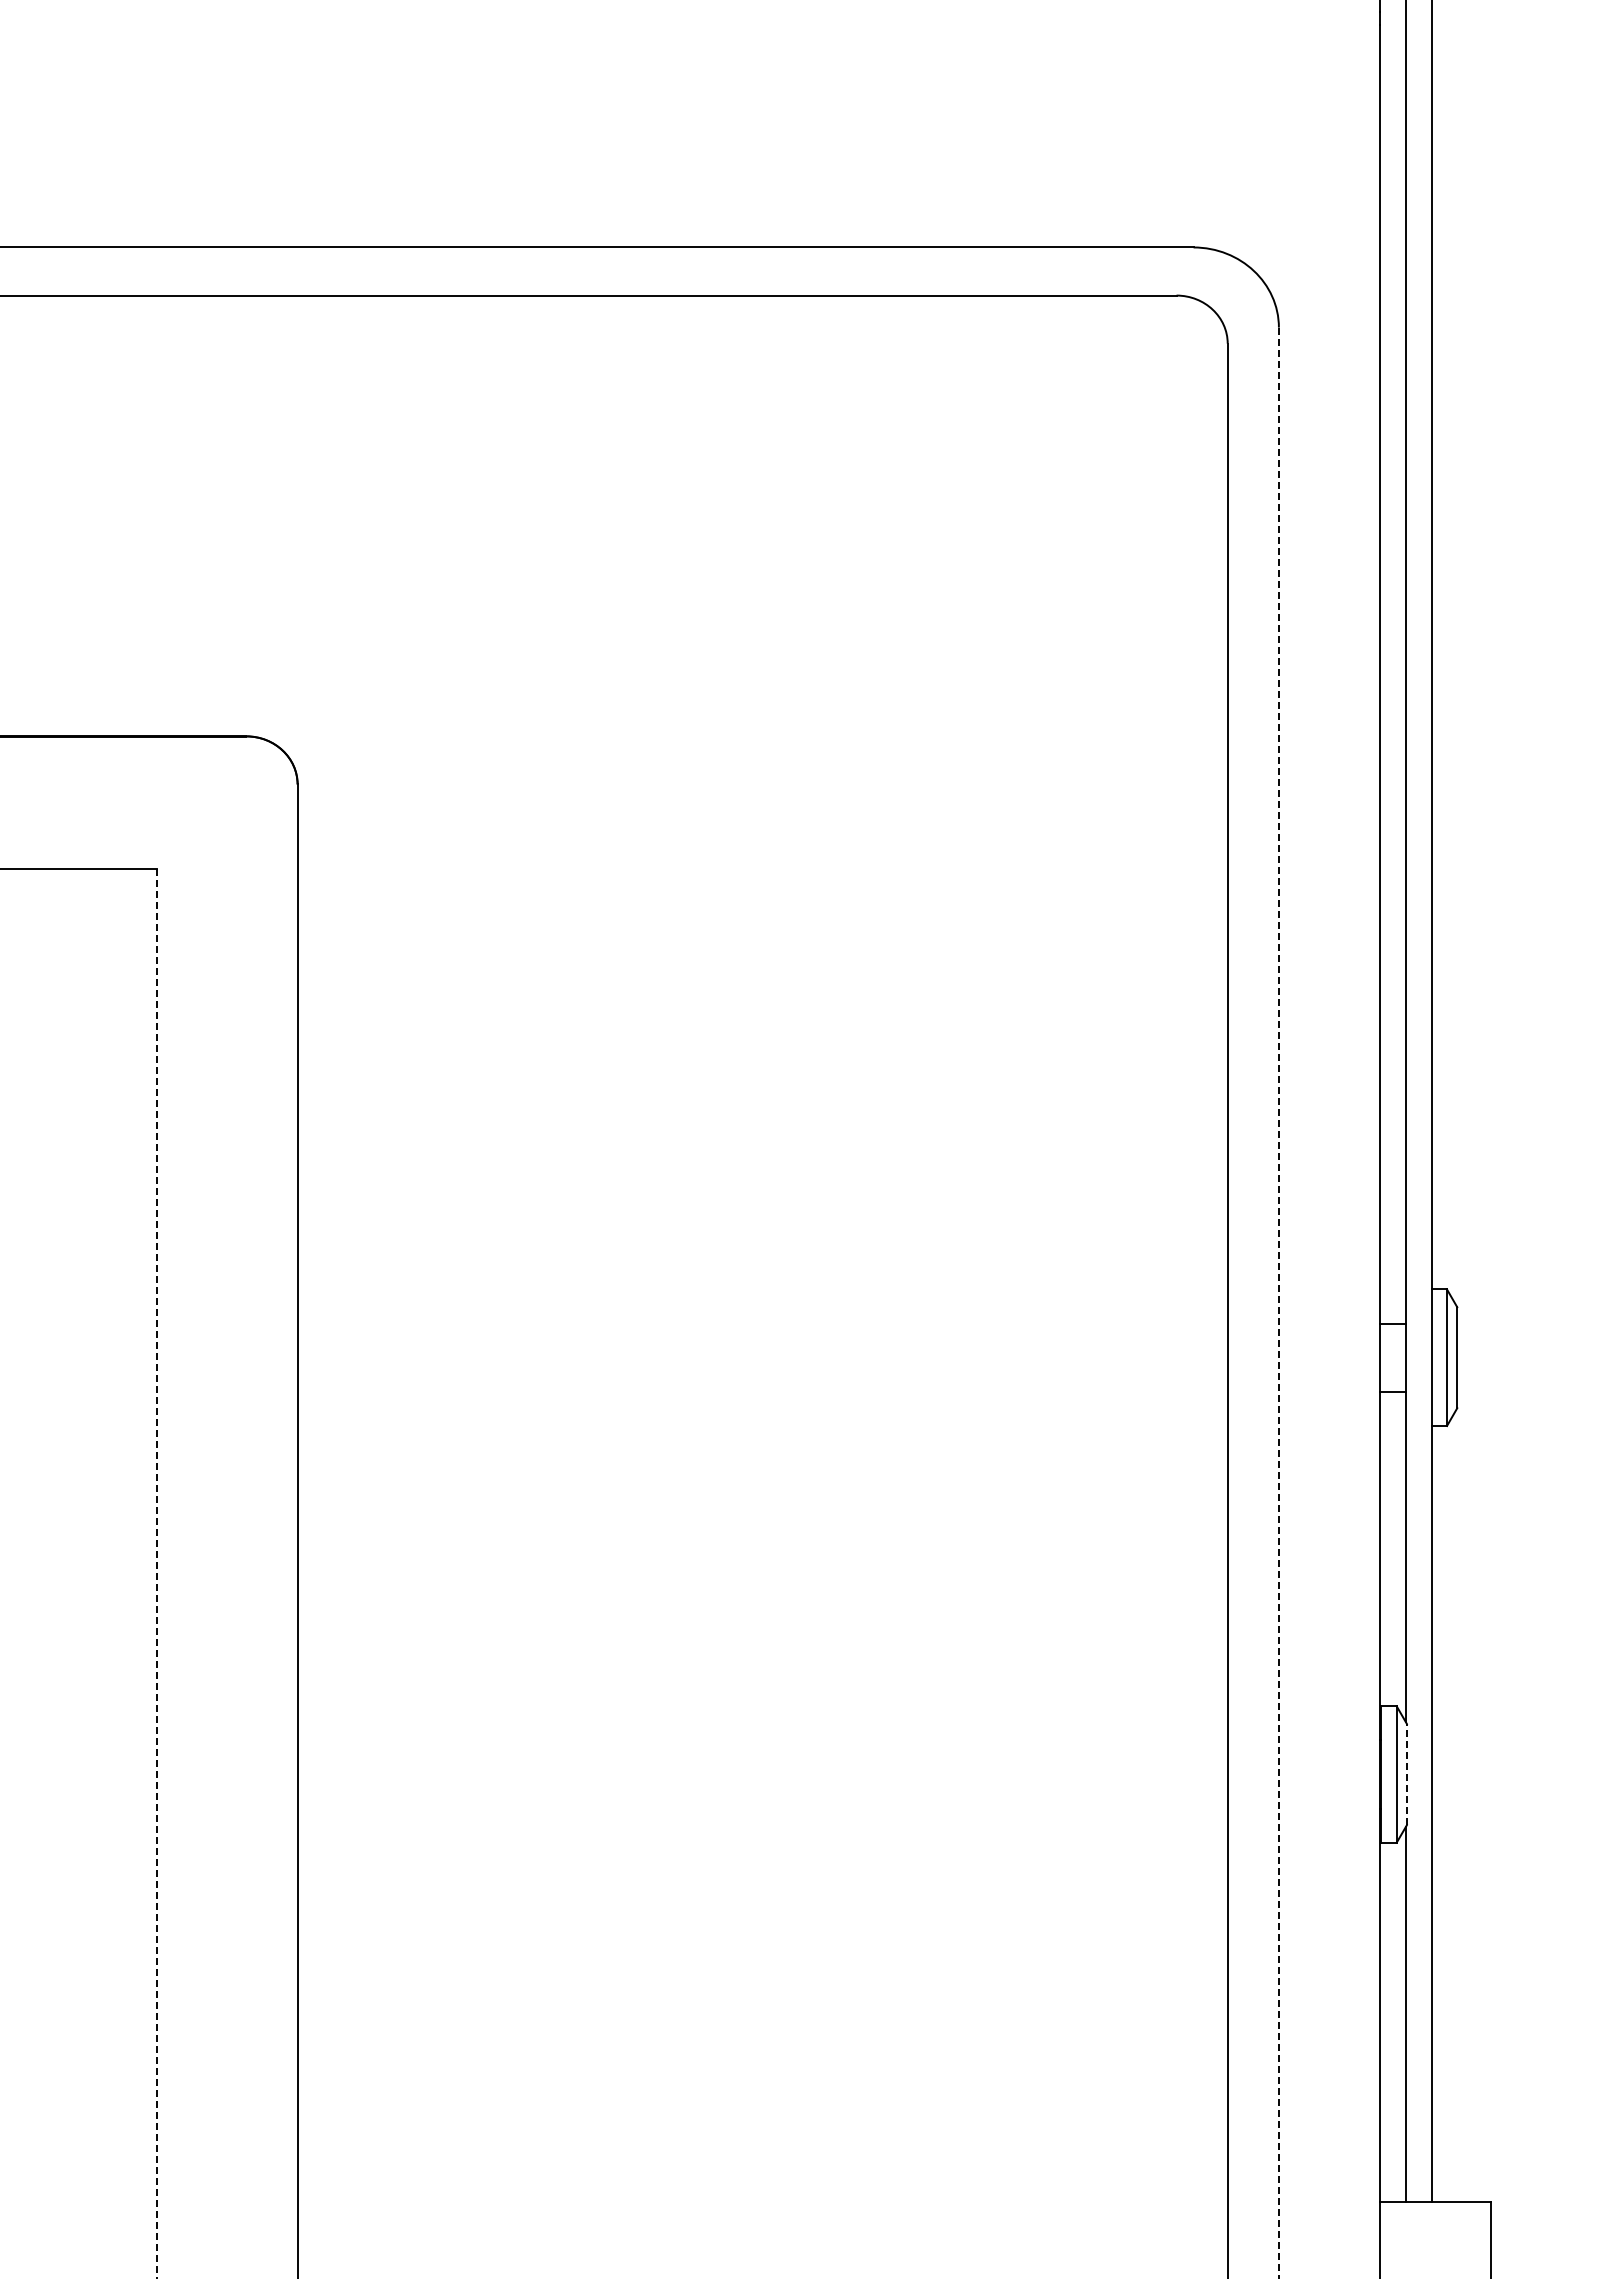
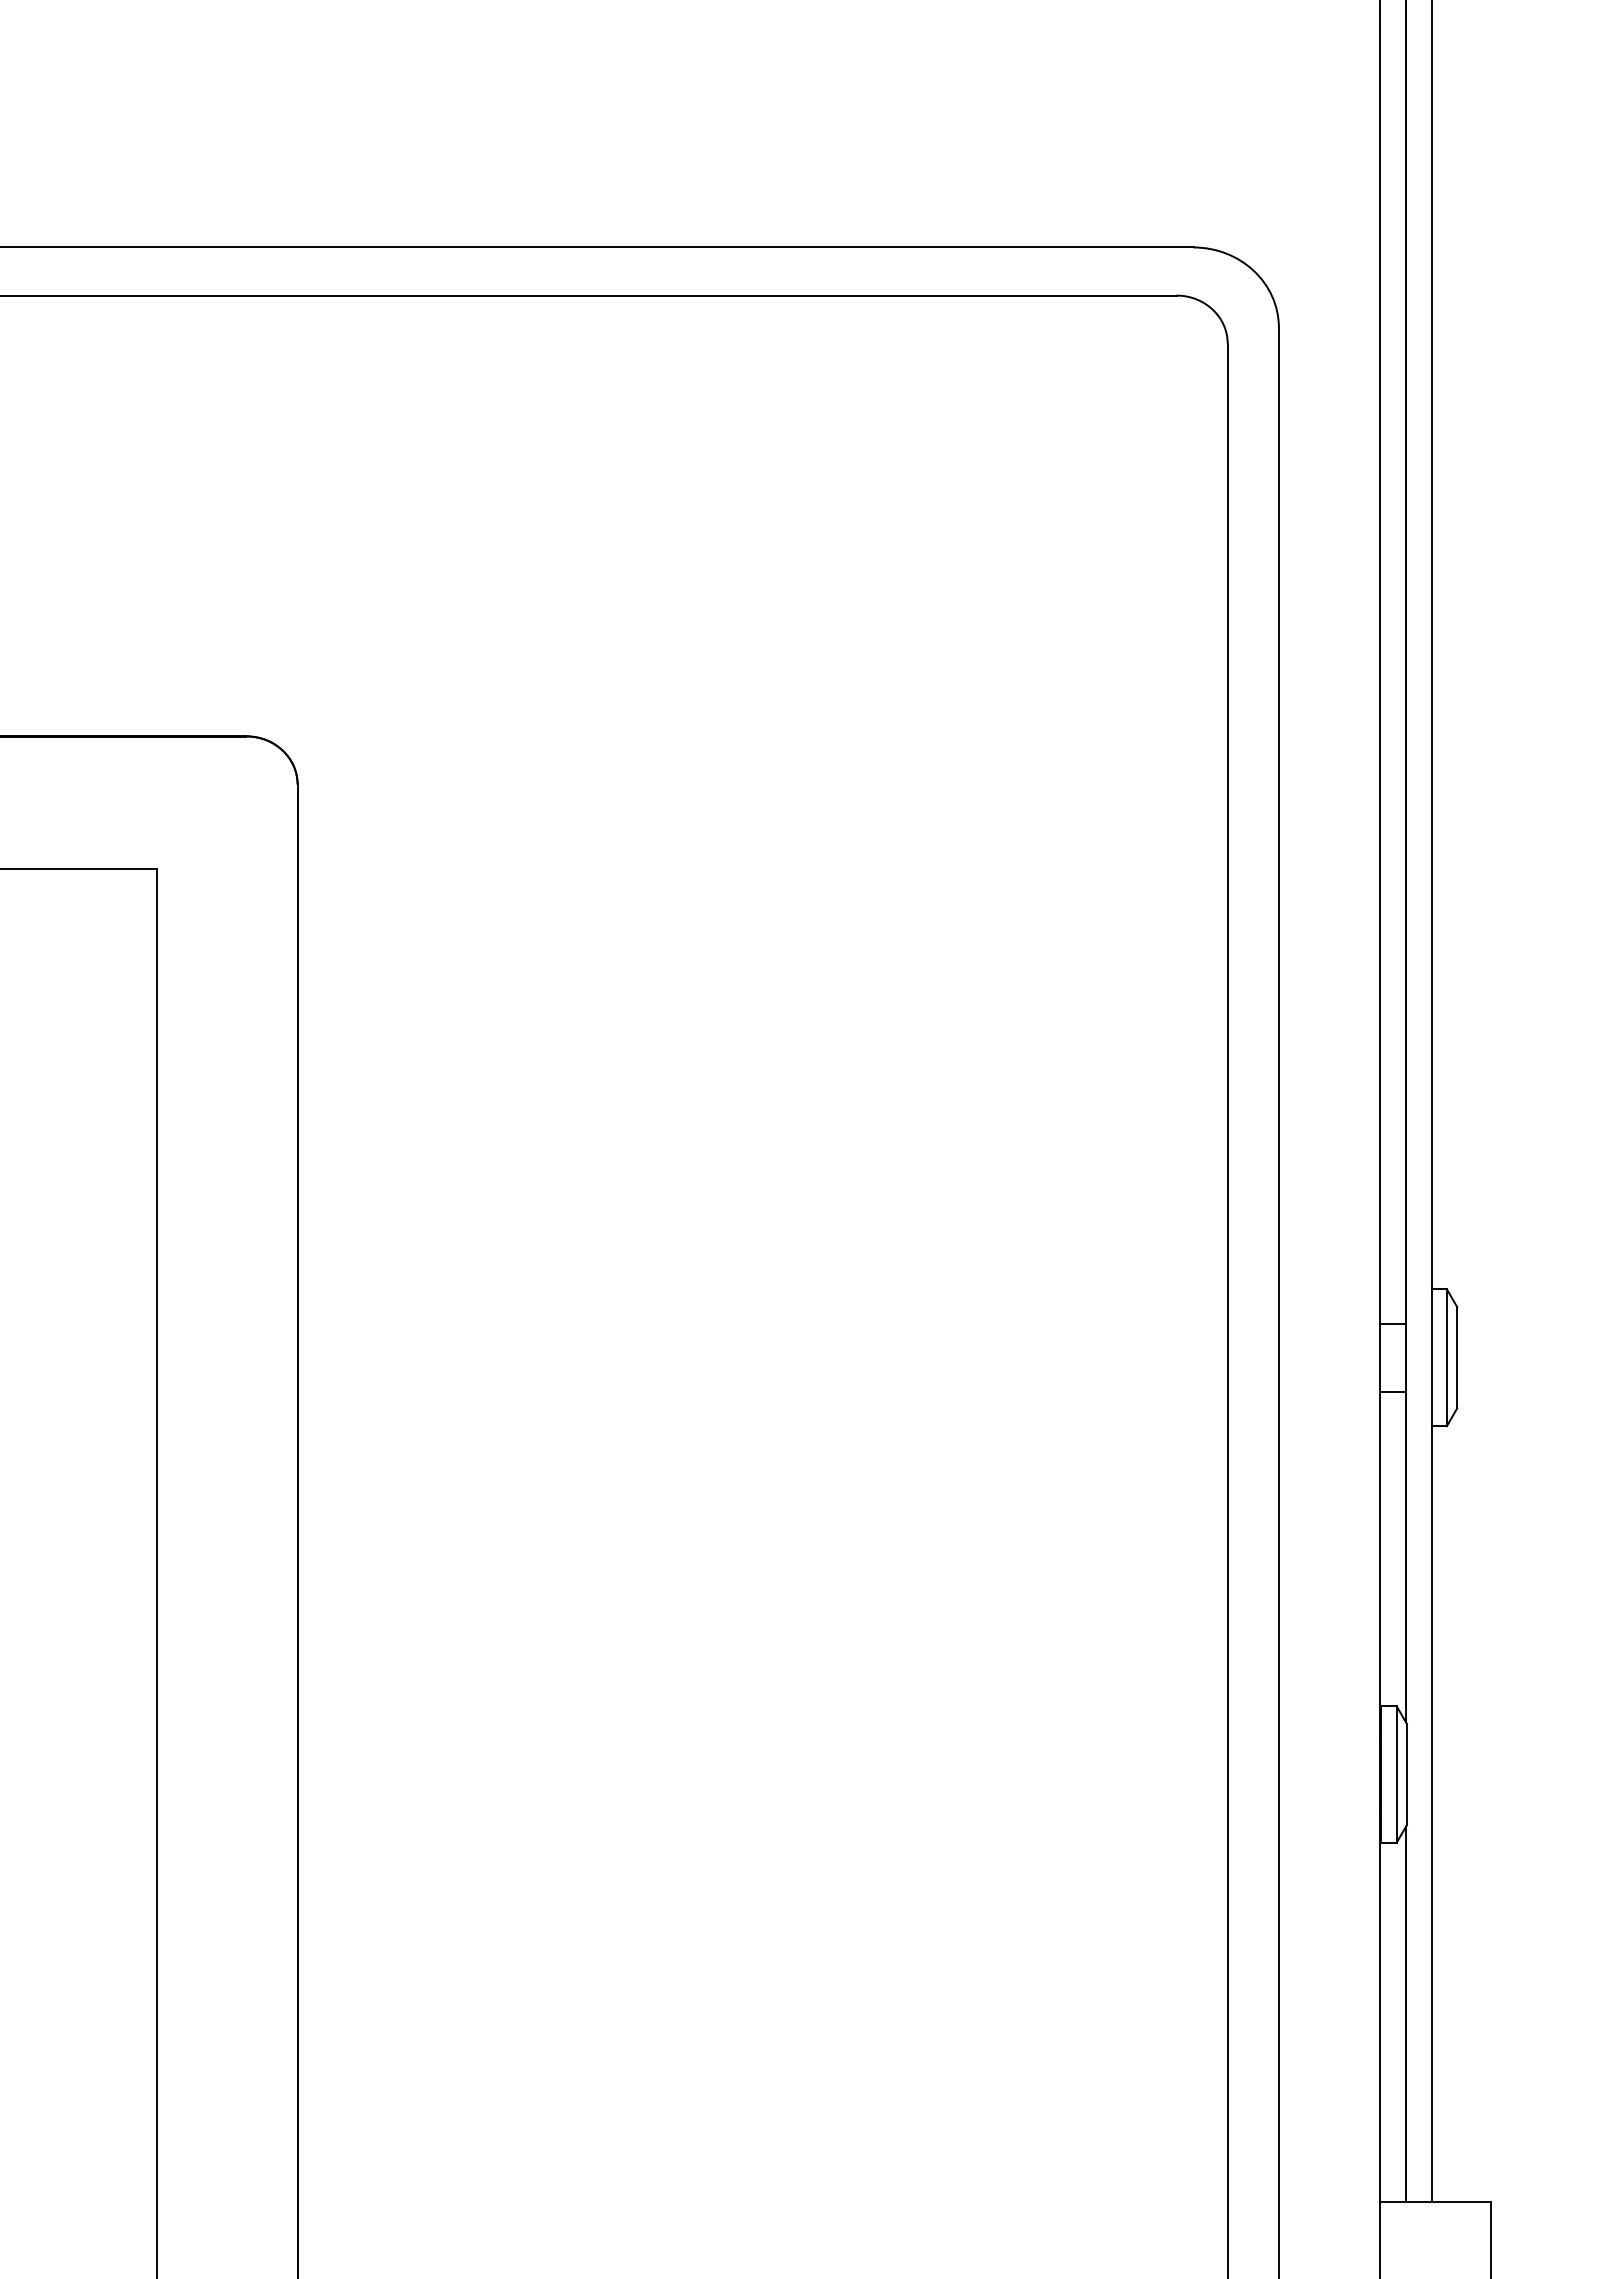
line at (1278, 1303): dashed -> solid
line at (156, 1573): dashed -> solid
line at (1406, 1774): dashed -> solid
